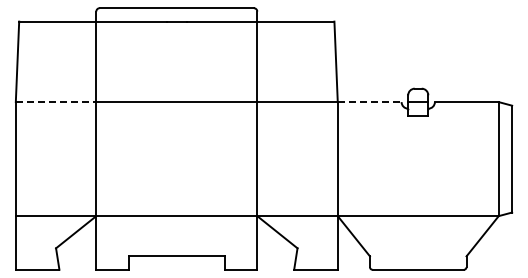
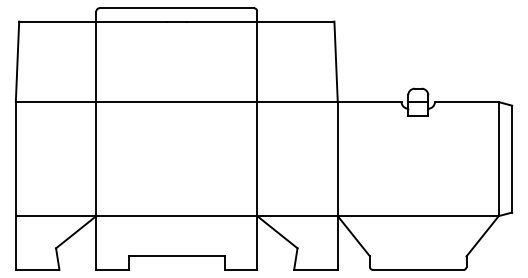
line at (56, 102): dashed -> solid
line at (369, 102): dashed -> solid
